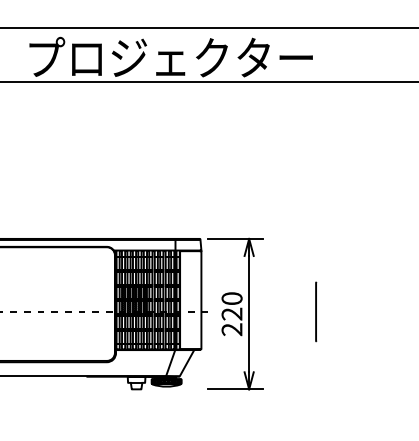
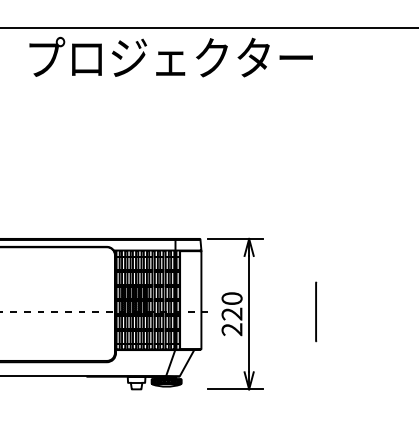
line at (208, 82): present -> none
